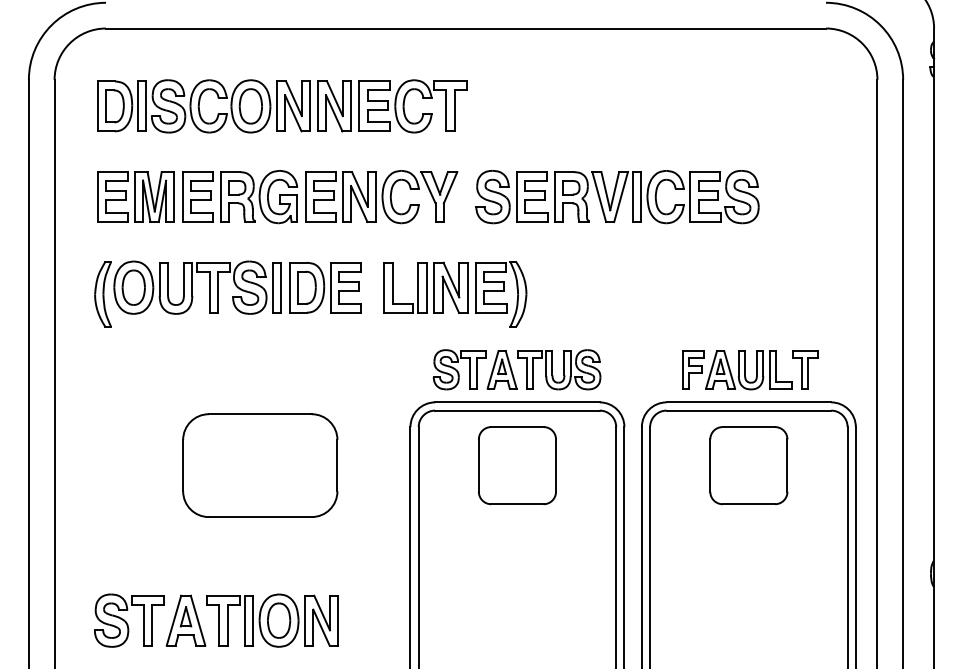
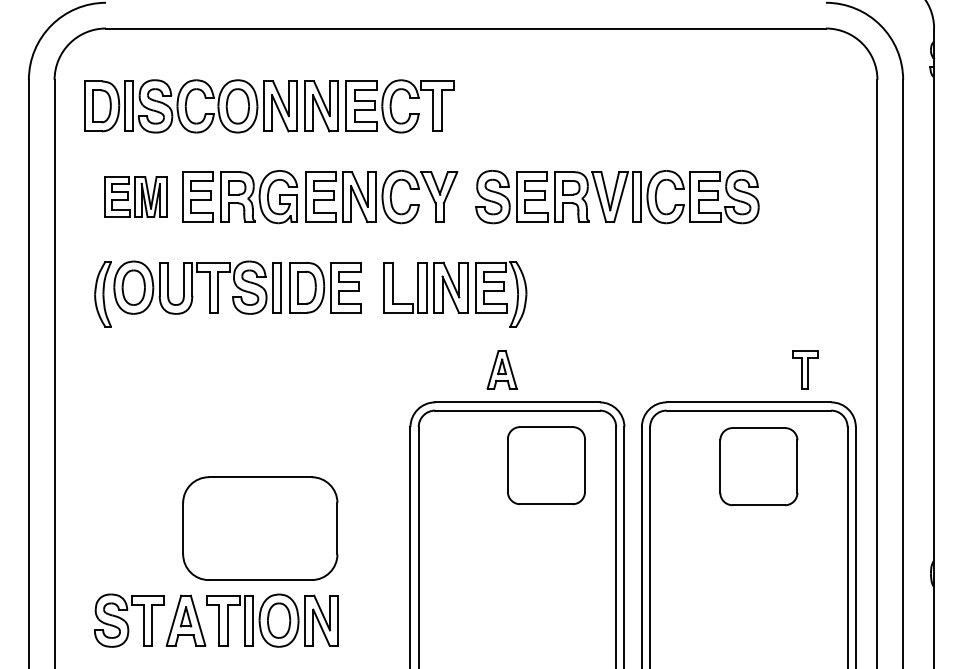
part at (282, 106) position: (282, 106) -> (269, 106)
part at (135, 196) size: 78x52 px -> 64x42 px
part at (459, 369): present -> none
part at (559, 369): present -> none
part at (737, 370): present -> none
part at (260, 465) position: (260, 465) -> (260, 528)
part at (517, 465) position: (517, 465) -> (546, 465)
part at (748, 465) position: (748, 465) -> (758, 466)
